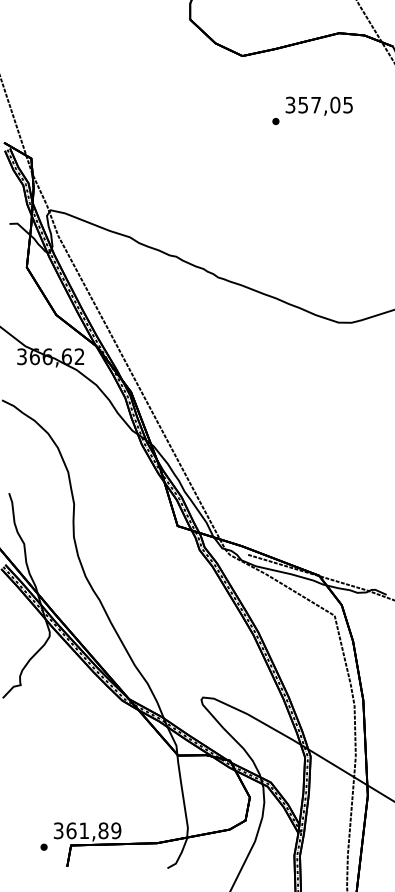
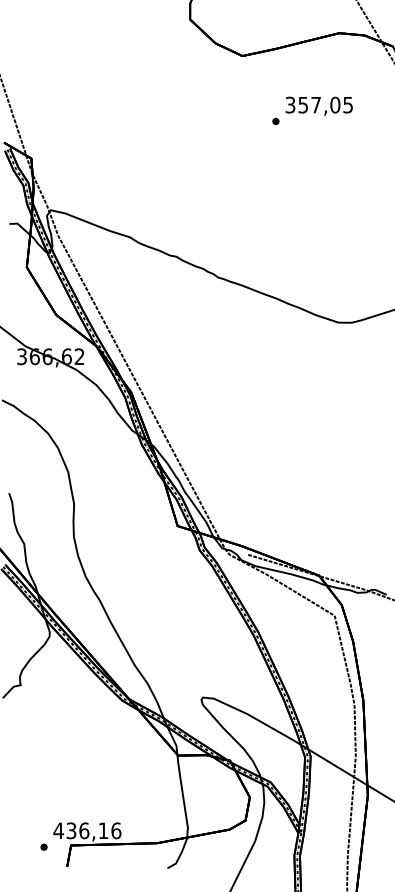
text at (87, 830): 361,89 -> 436,16
